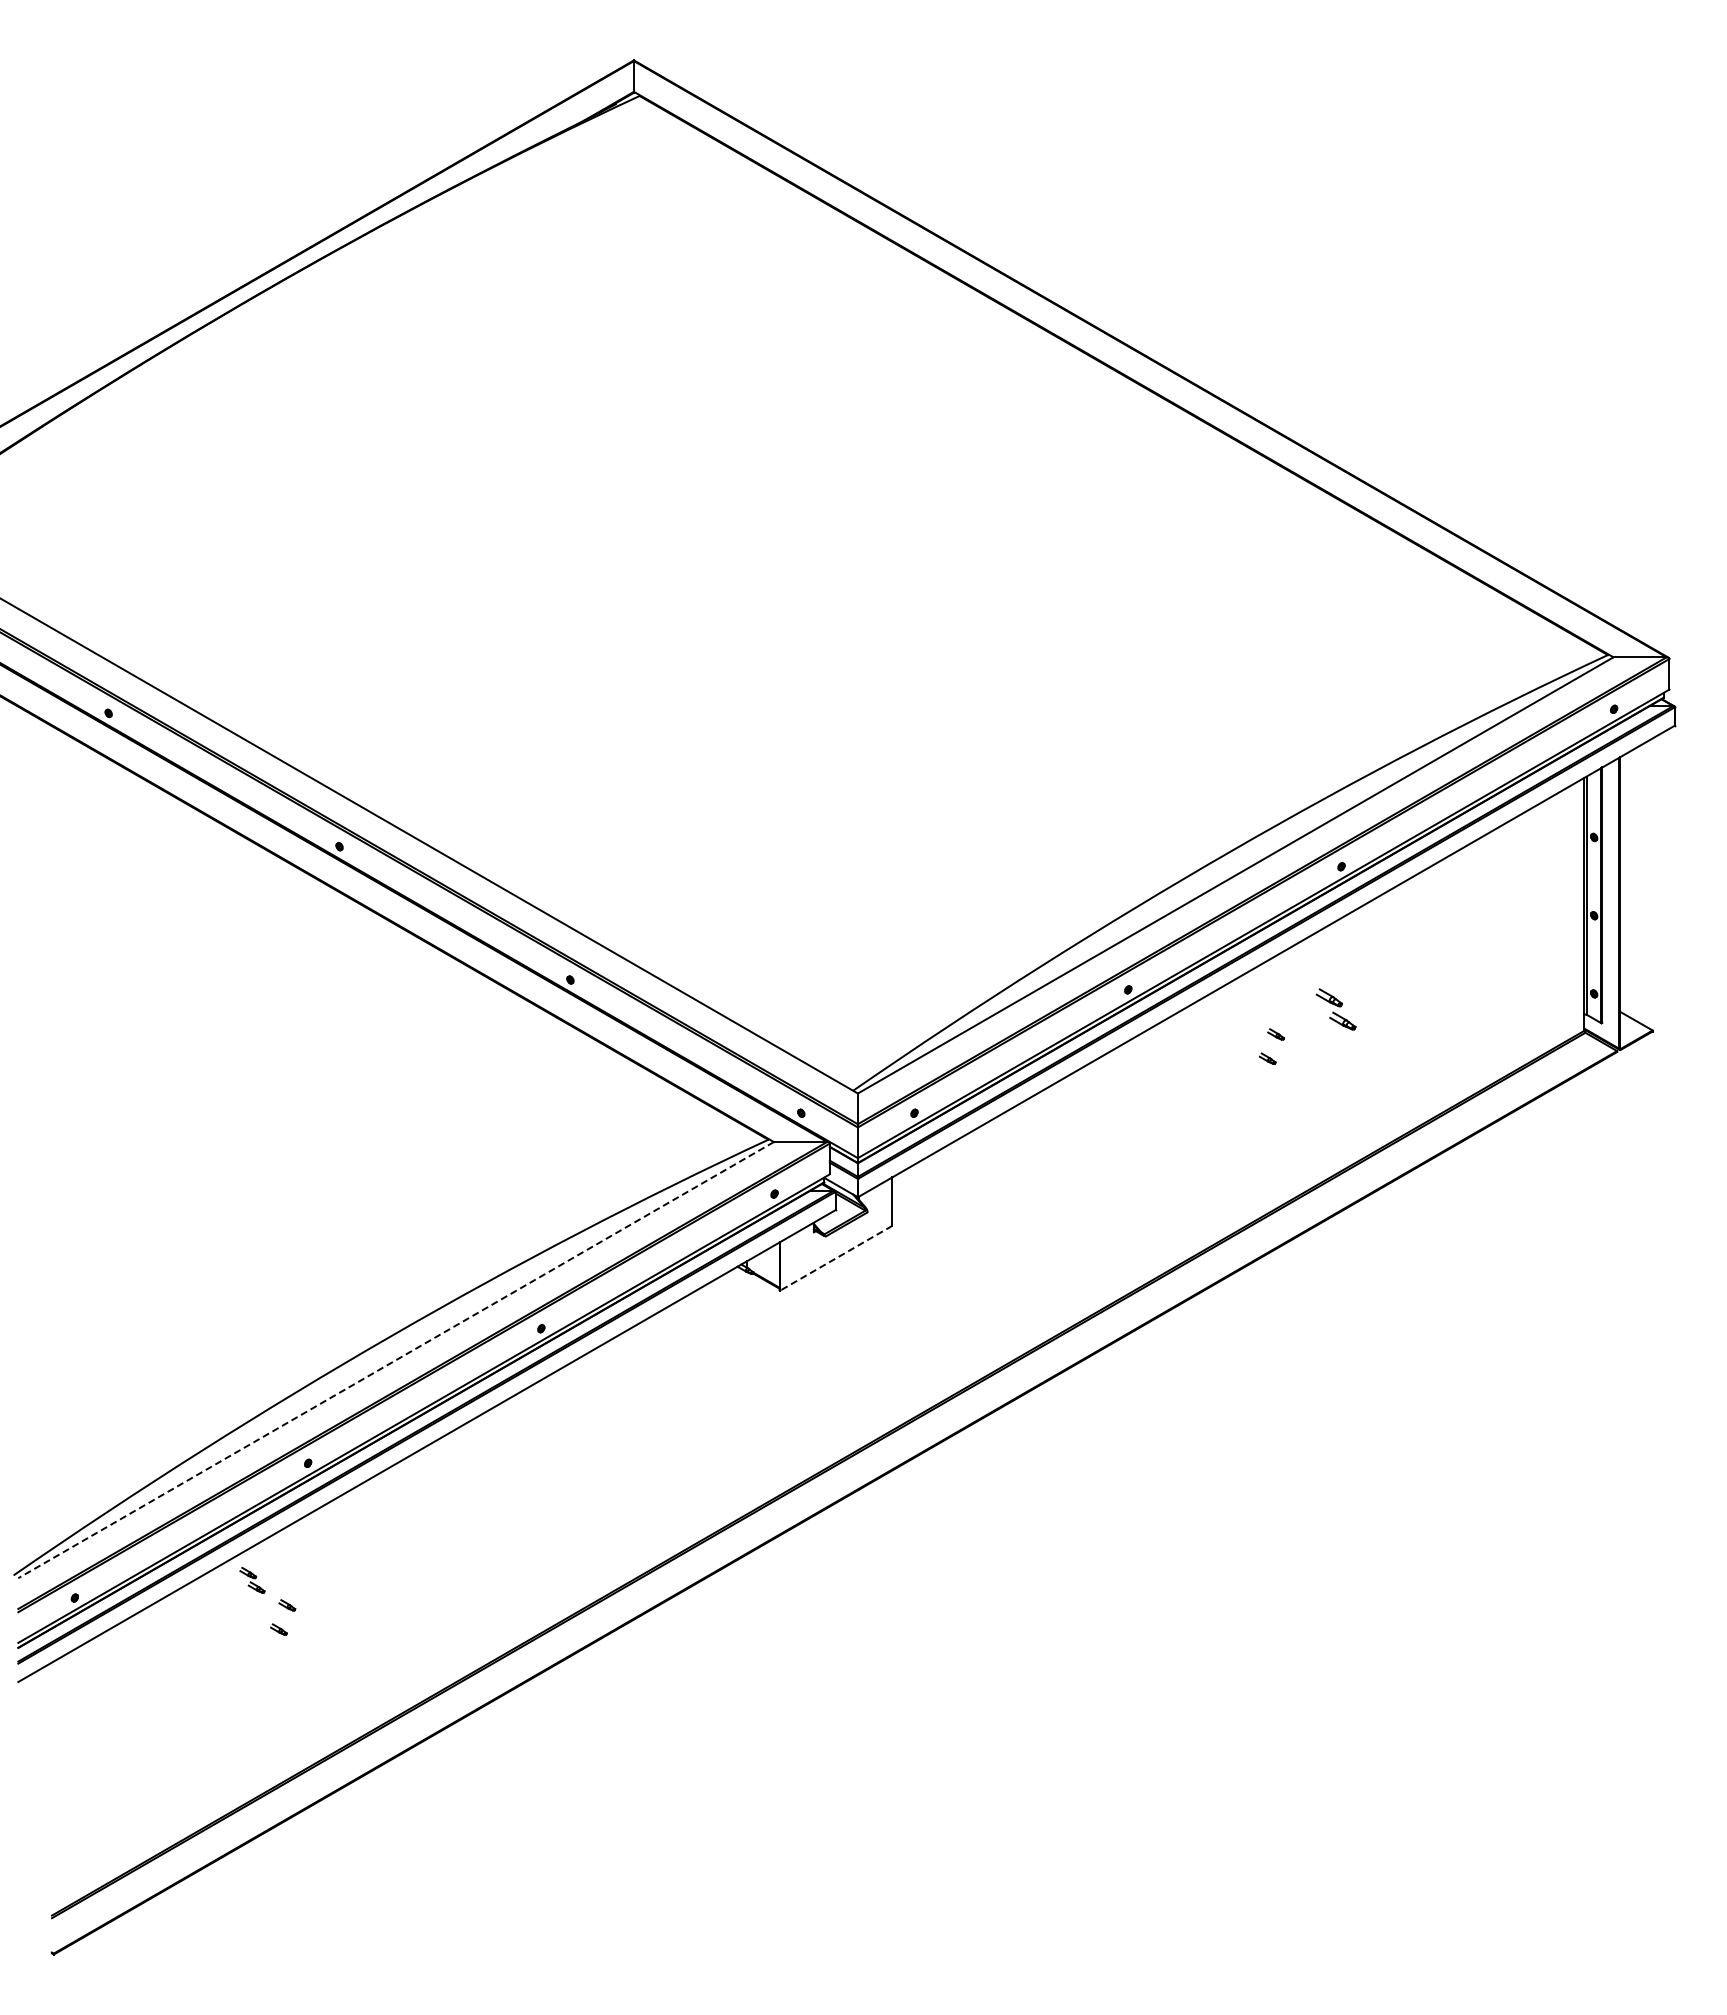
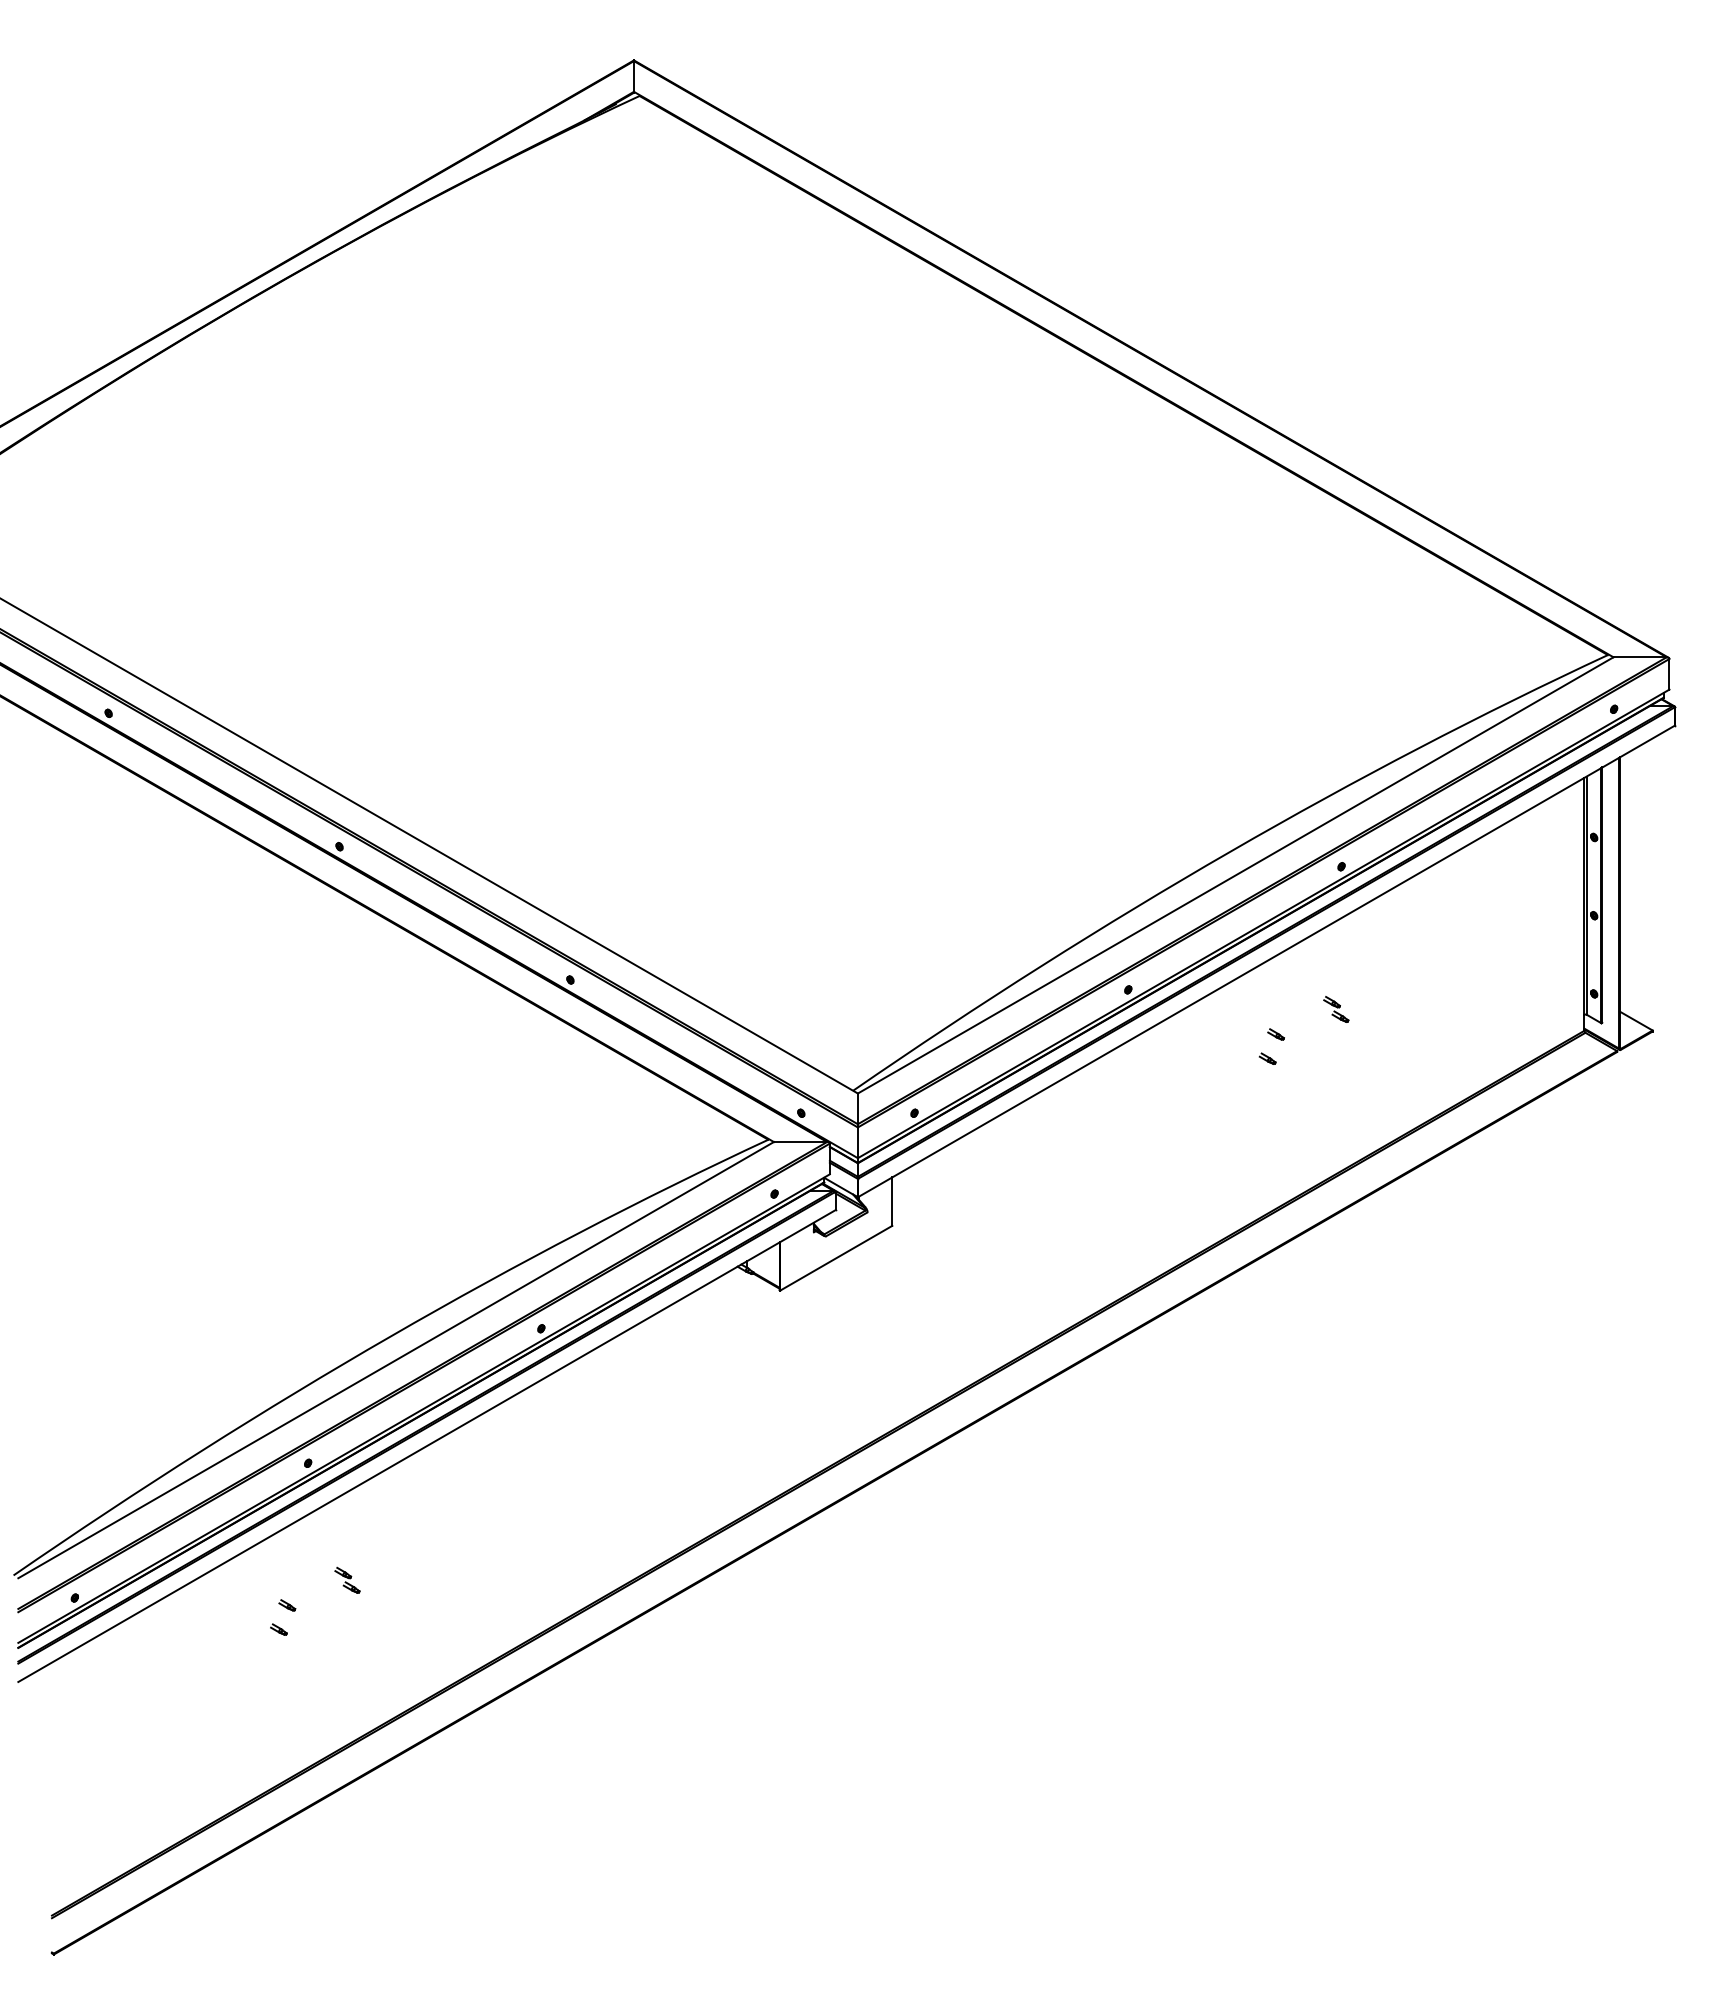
part at (1335, 1009) size: 42x43 px -> 27x27 px
line at (836, 1258): dashed -> solid
line at (395, 1360): dashed -> solid
part at (252, 1579) position: (252, 1579) -> (347, 1579)
